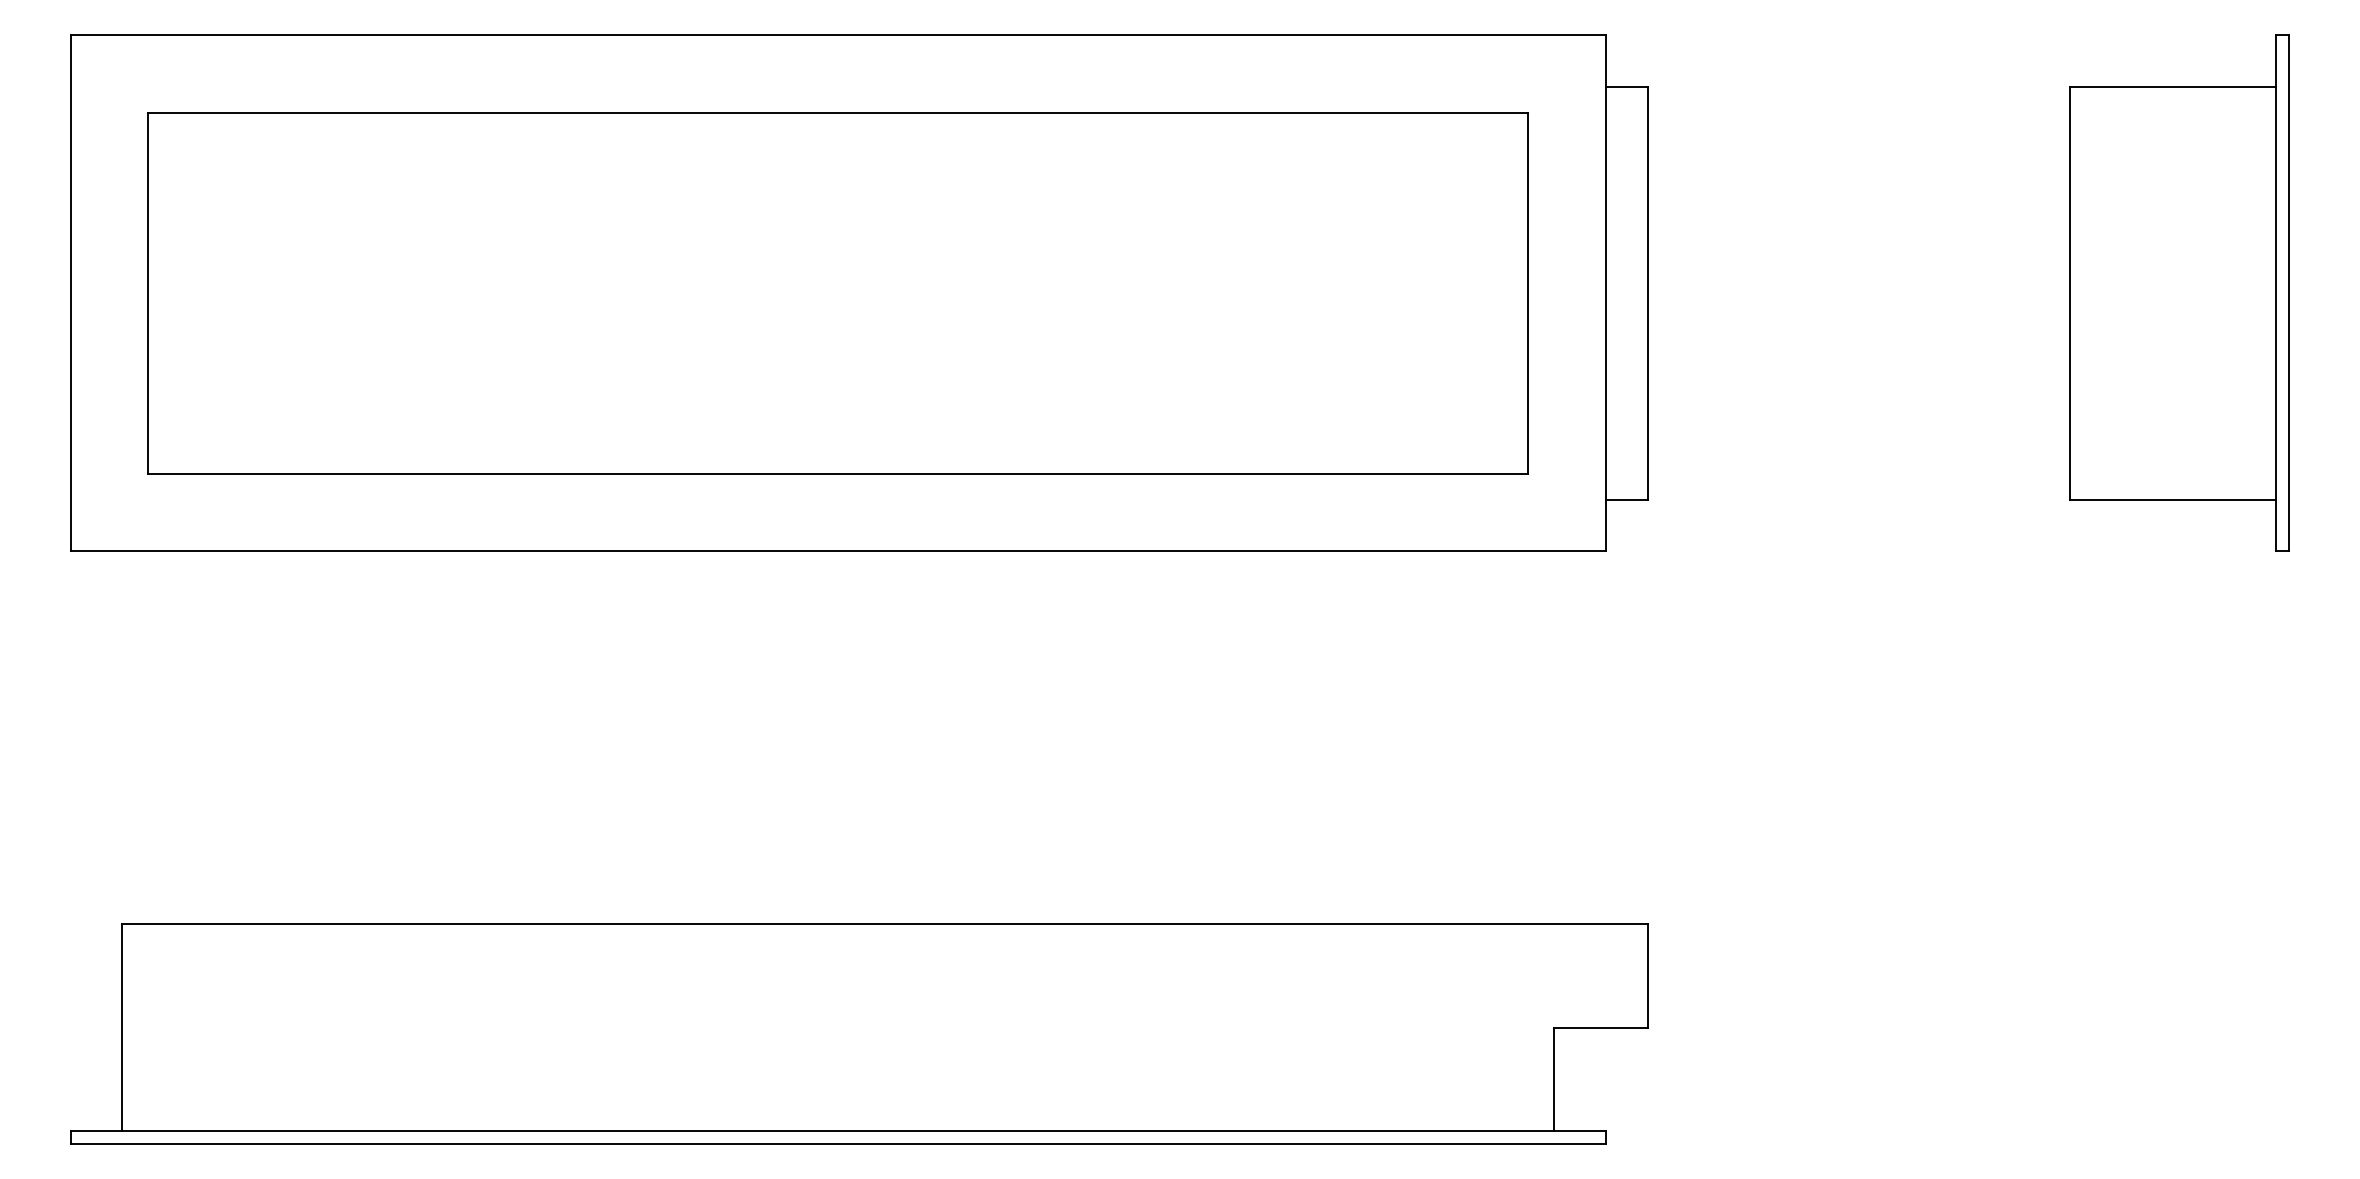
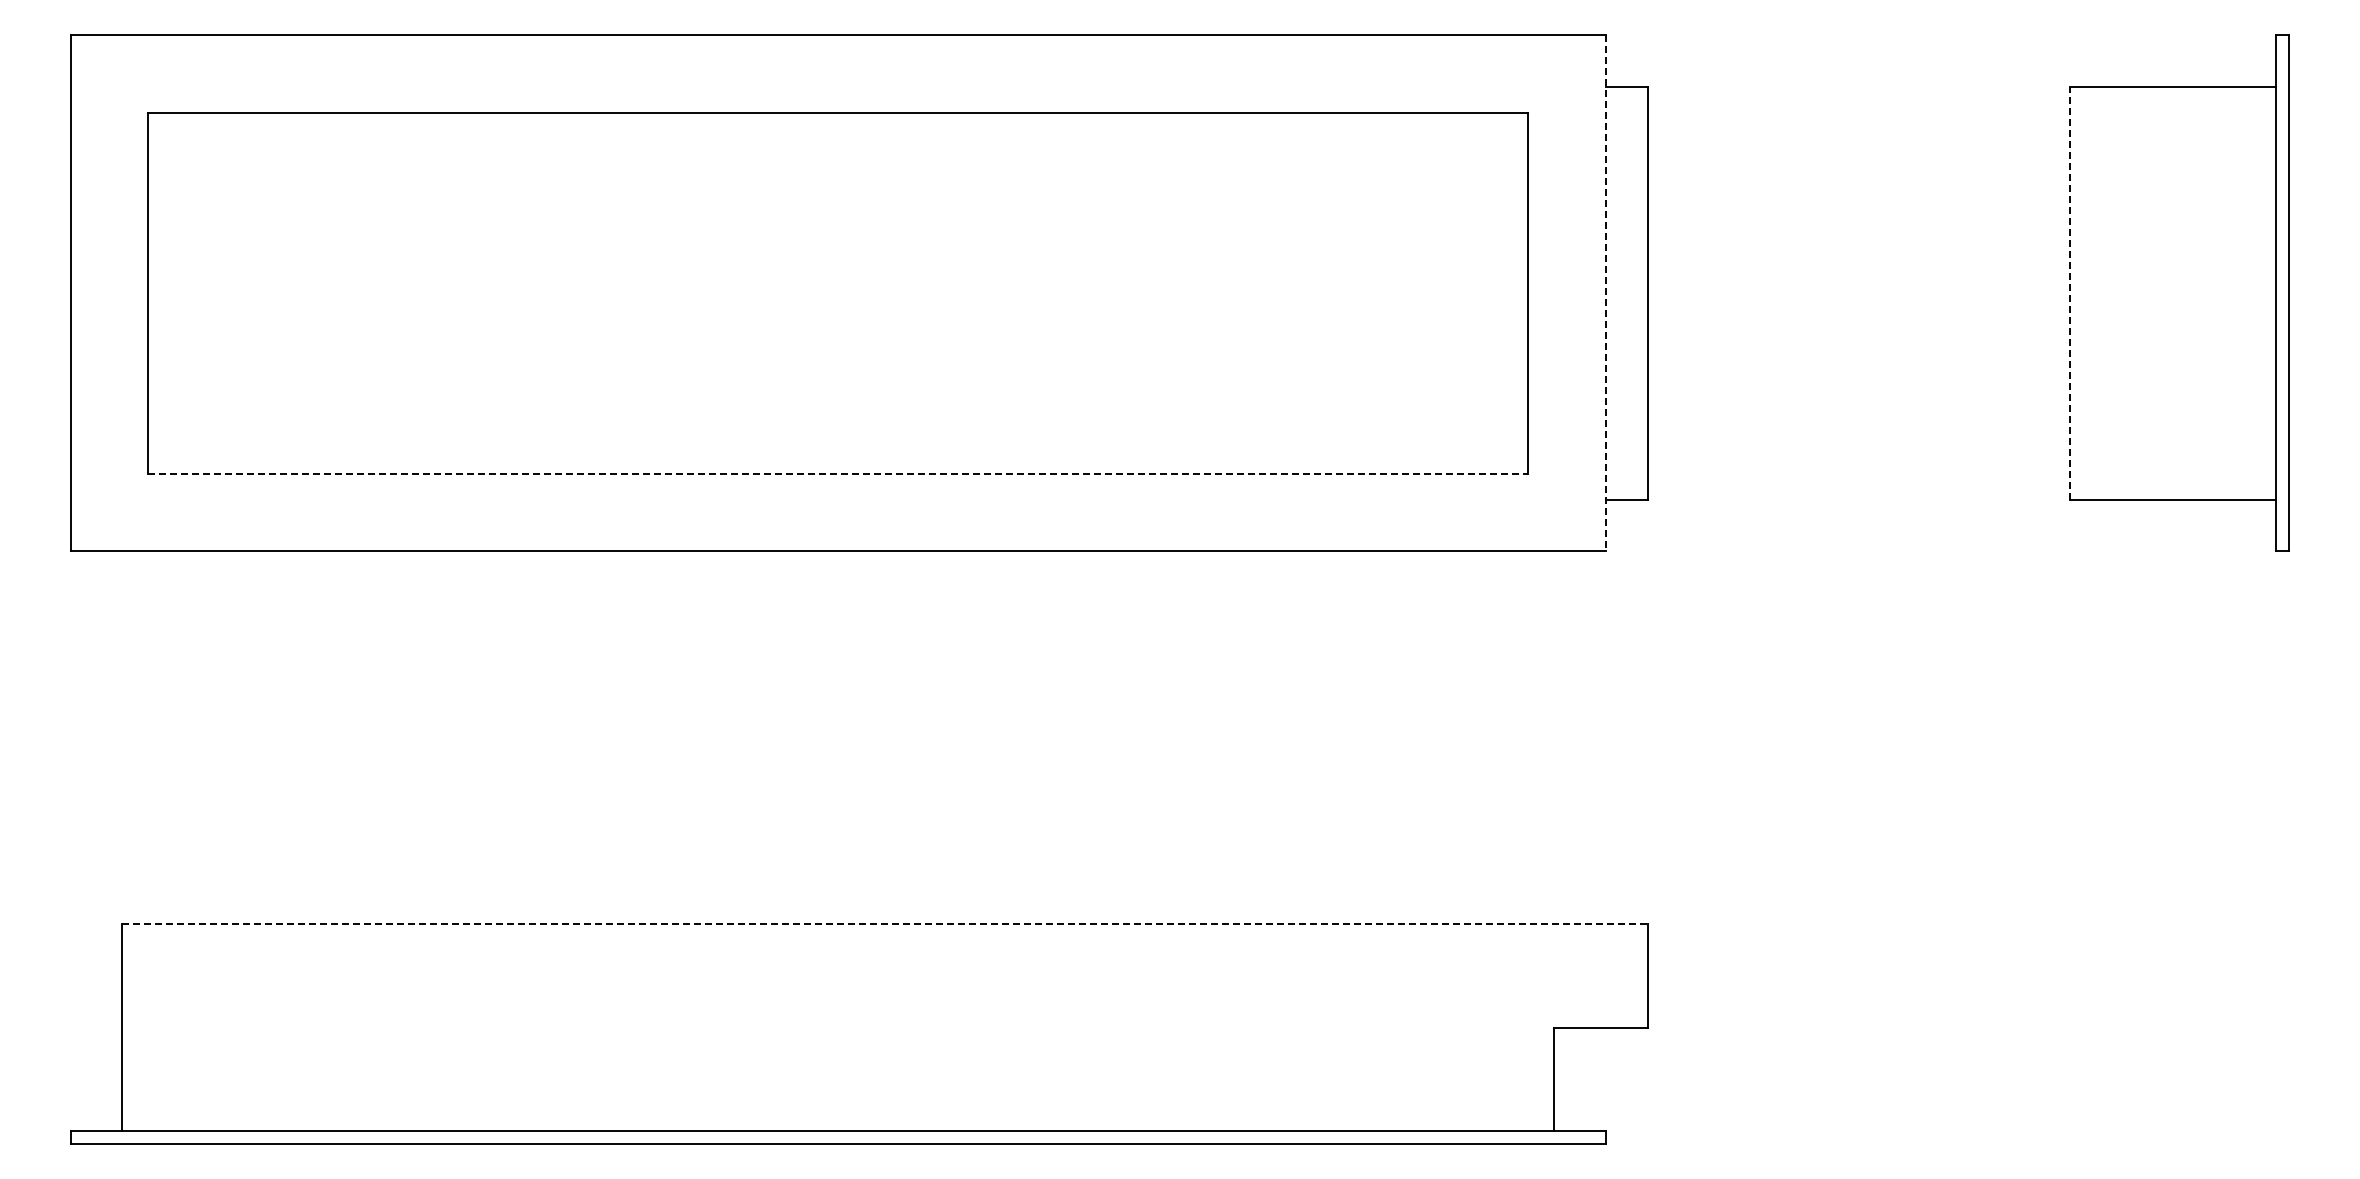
line at (2069, 292): solid -> dashed
line at (1605, 293): solid -> dashed
line at (838, 473): solid -> dashed
line at (884, 924): solid -> dashed
